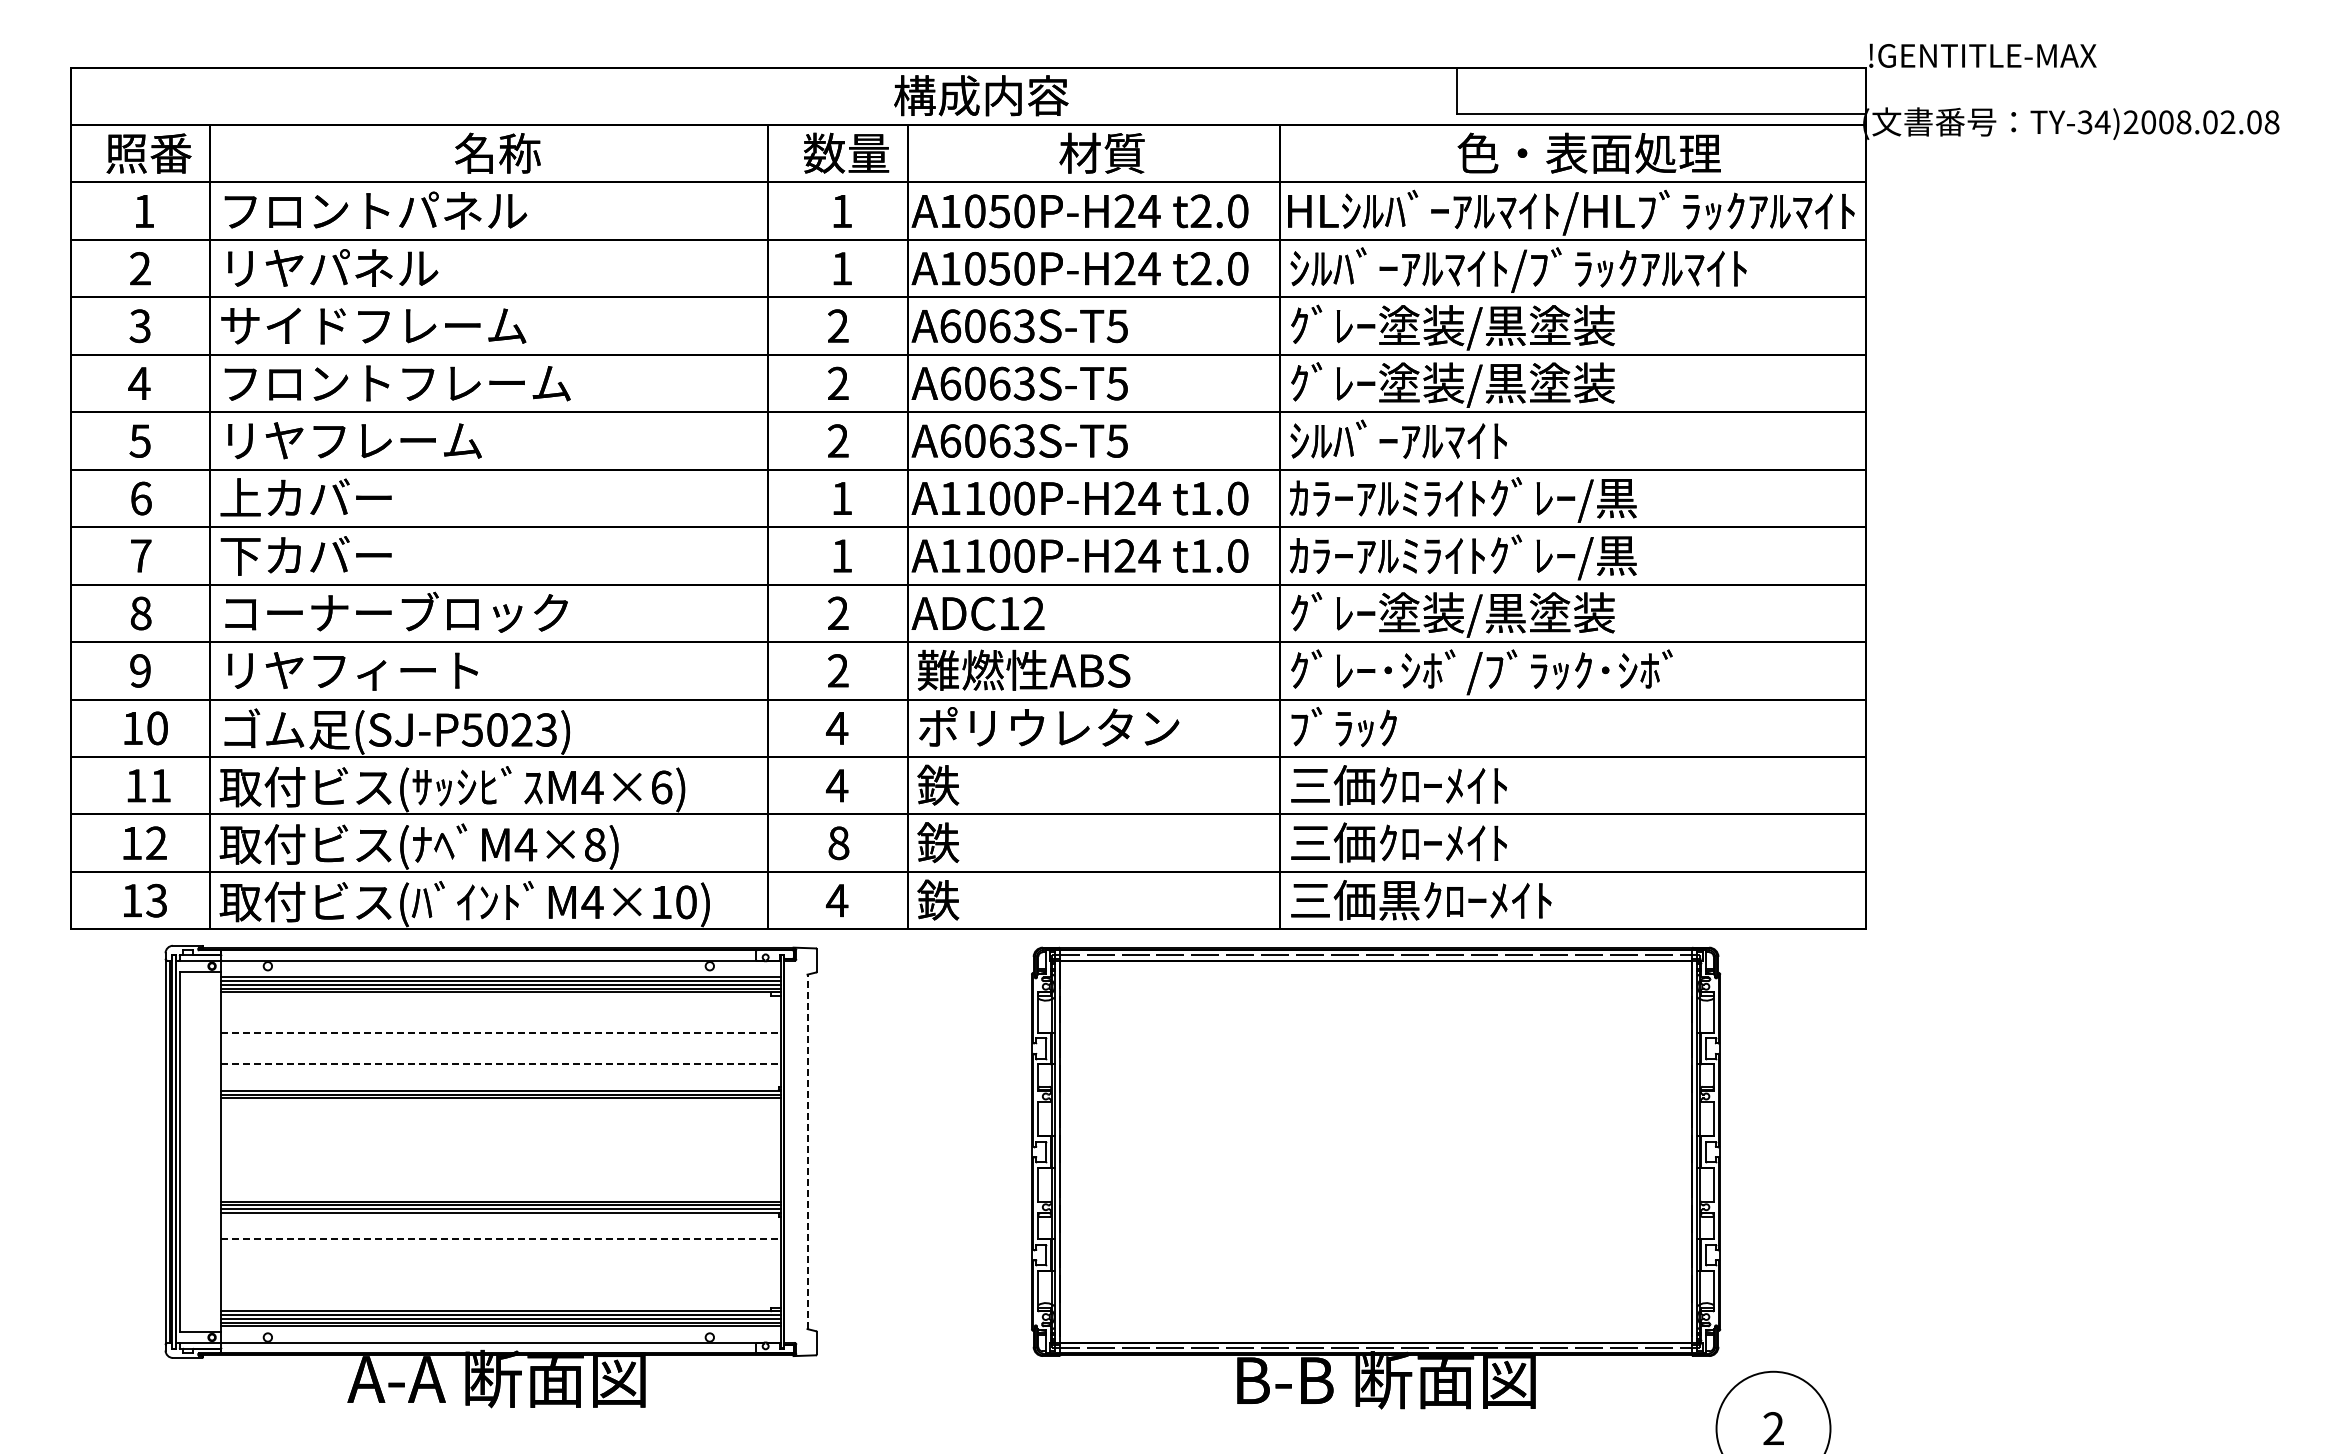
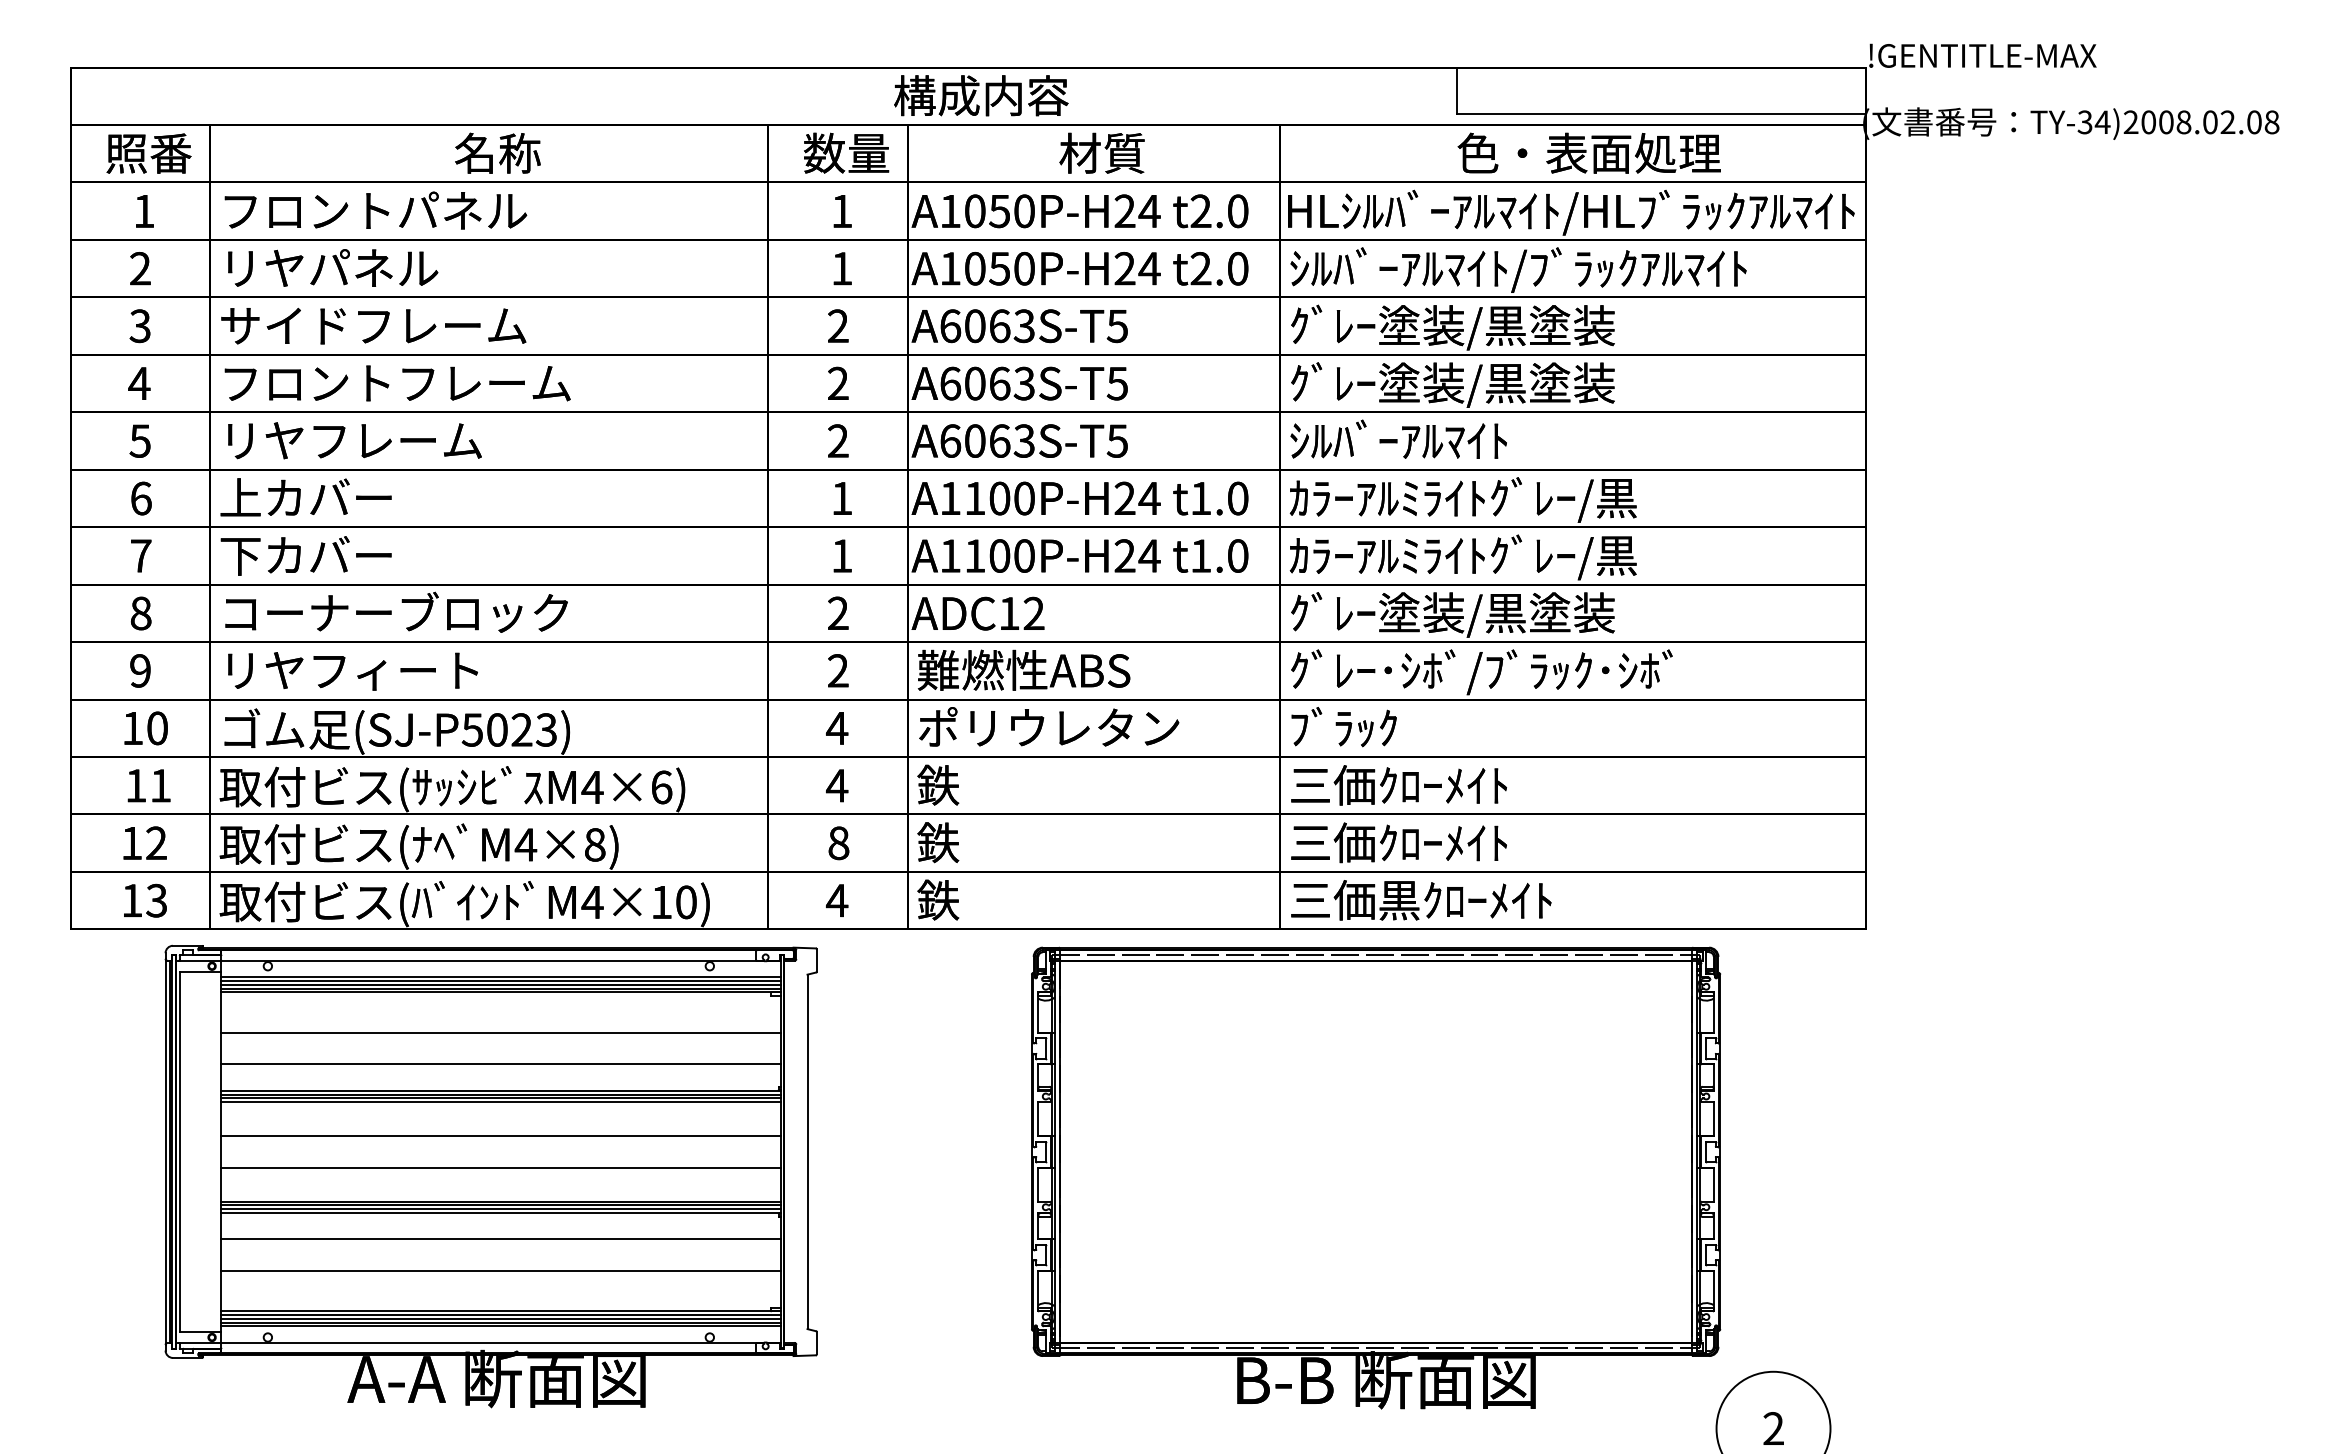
line at (500, 1032): dashed -> solid
line at (500, 1064): dashed -> solid
line at (500, 1102): none -> present
line at (500, 1136): none -> present
line at (807, 1151): dashed -> solid
line at (500, 1167): none -> present
line at (500, 1239): dashed -> solid
line at (500, 1270): none -> present
